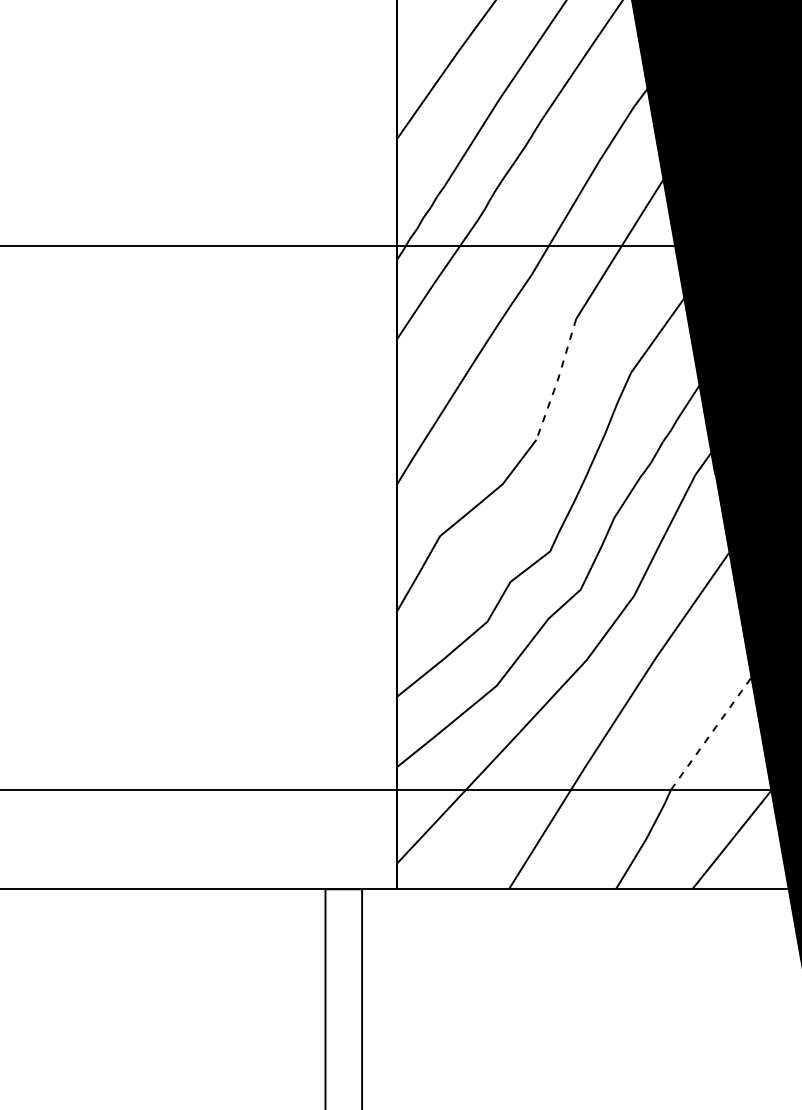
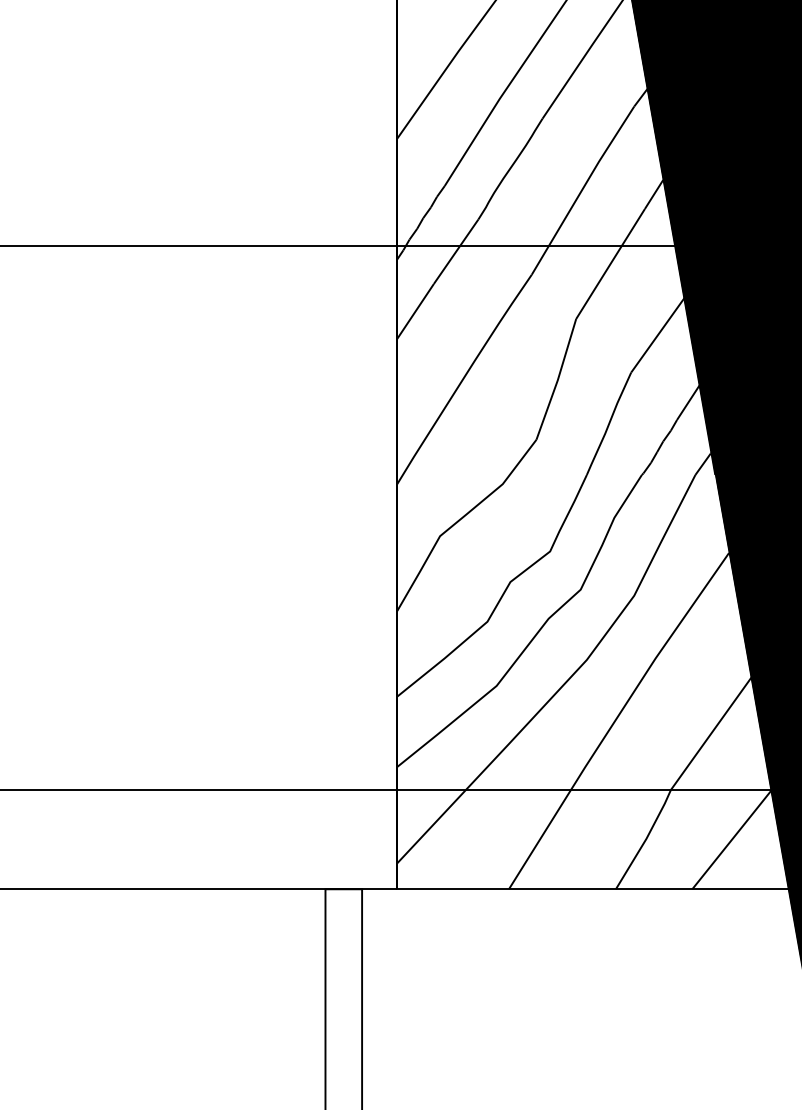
line at (557, 380): dashed -> solid
line at (711, 733): dashed -> solid
